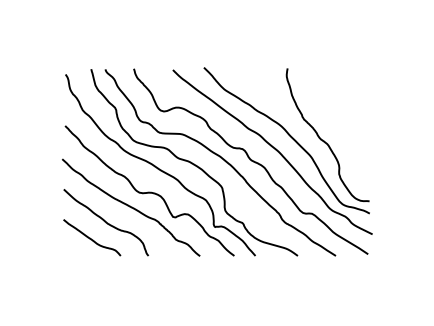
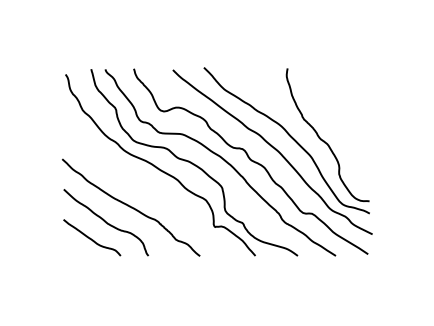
curve at (149, 191): present -> none
